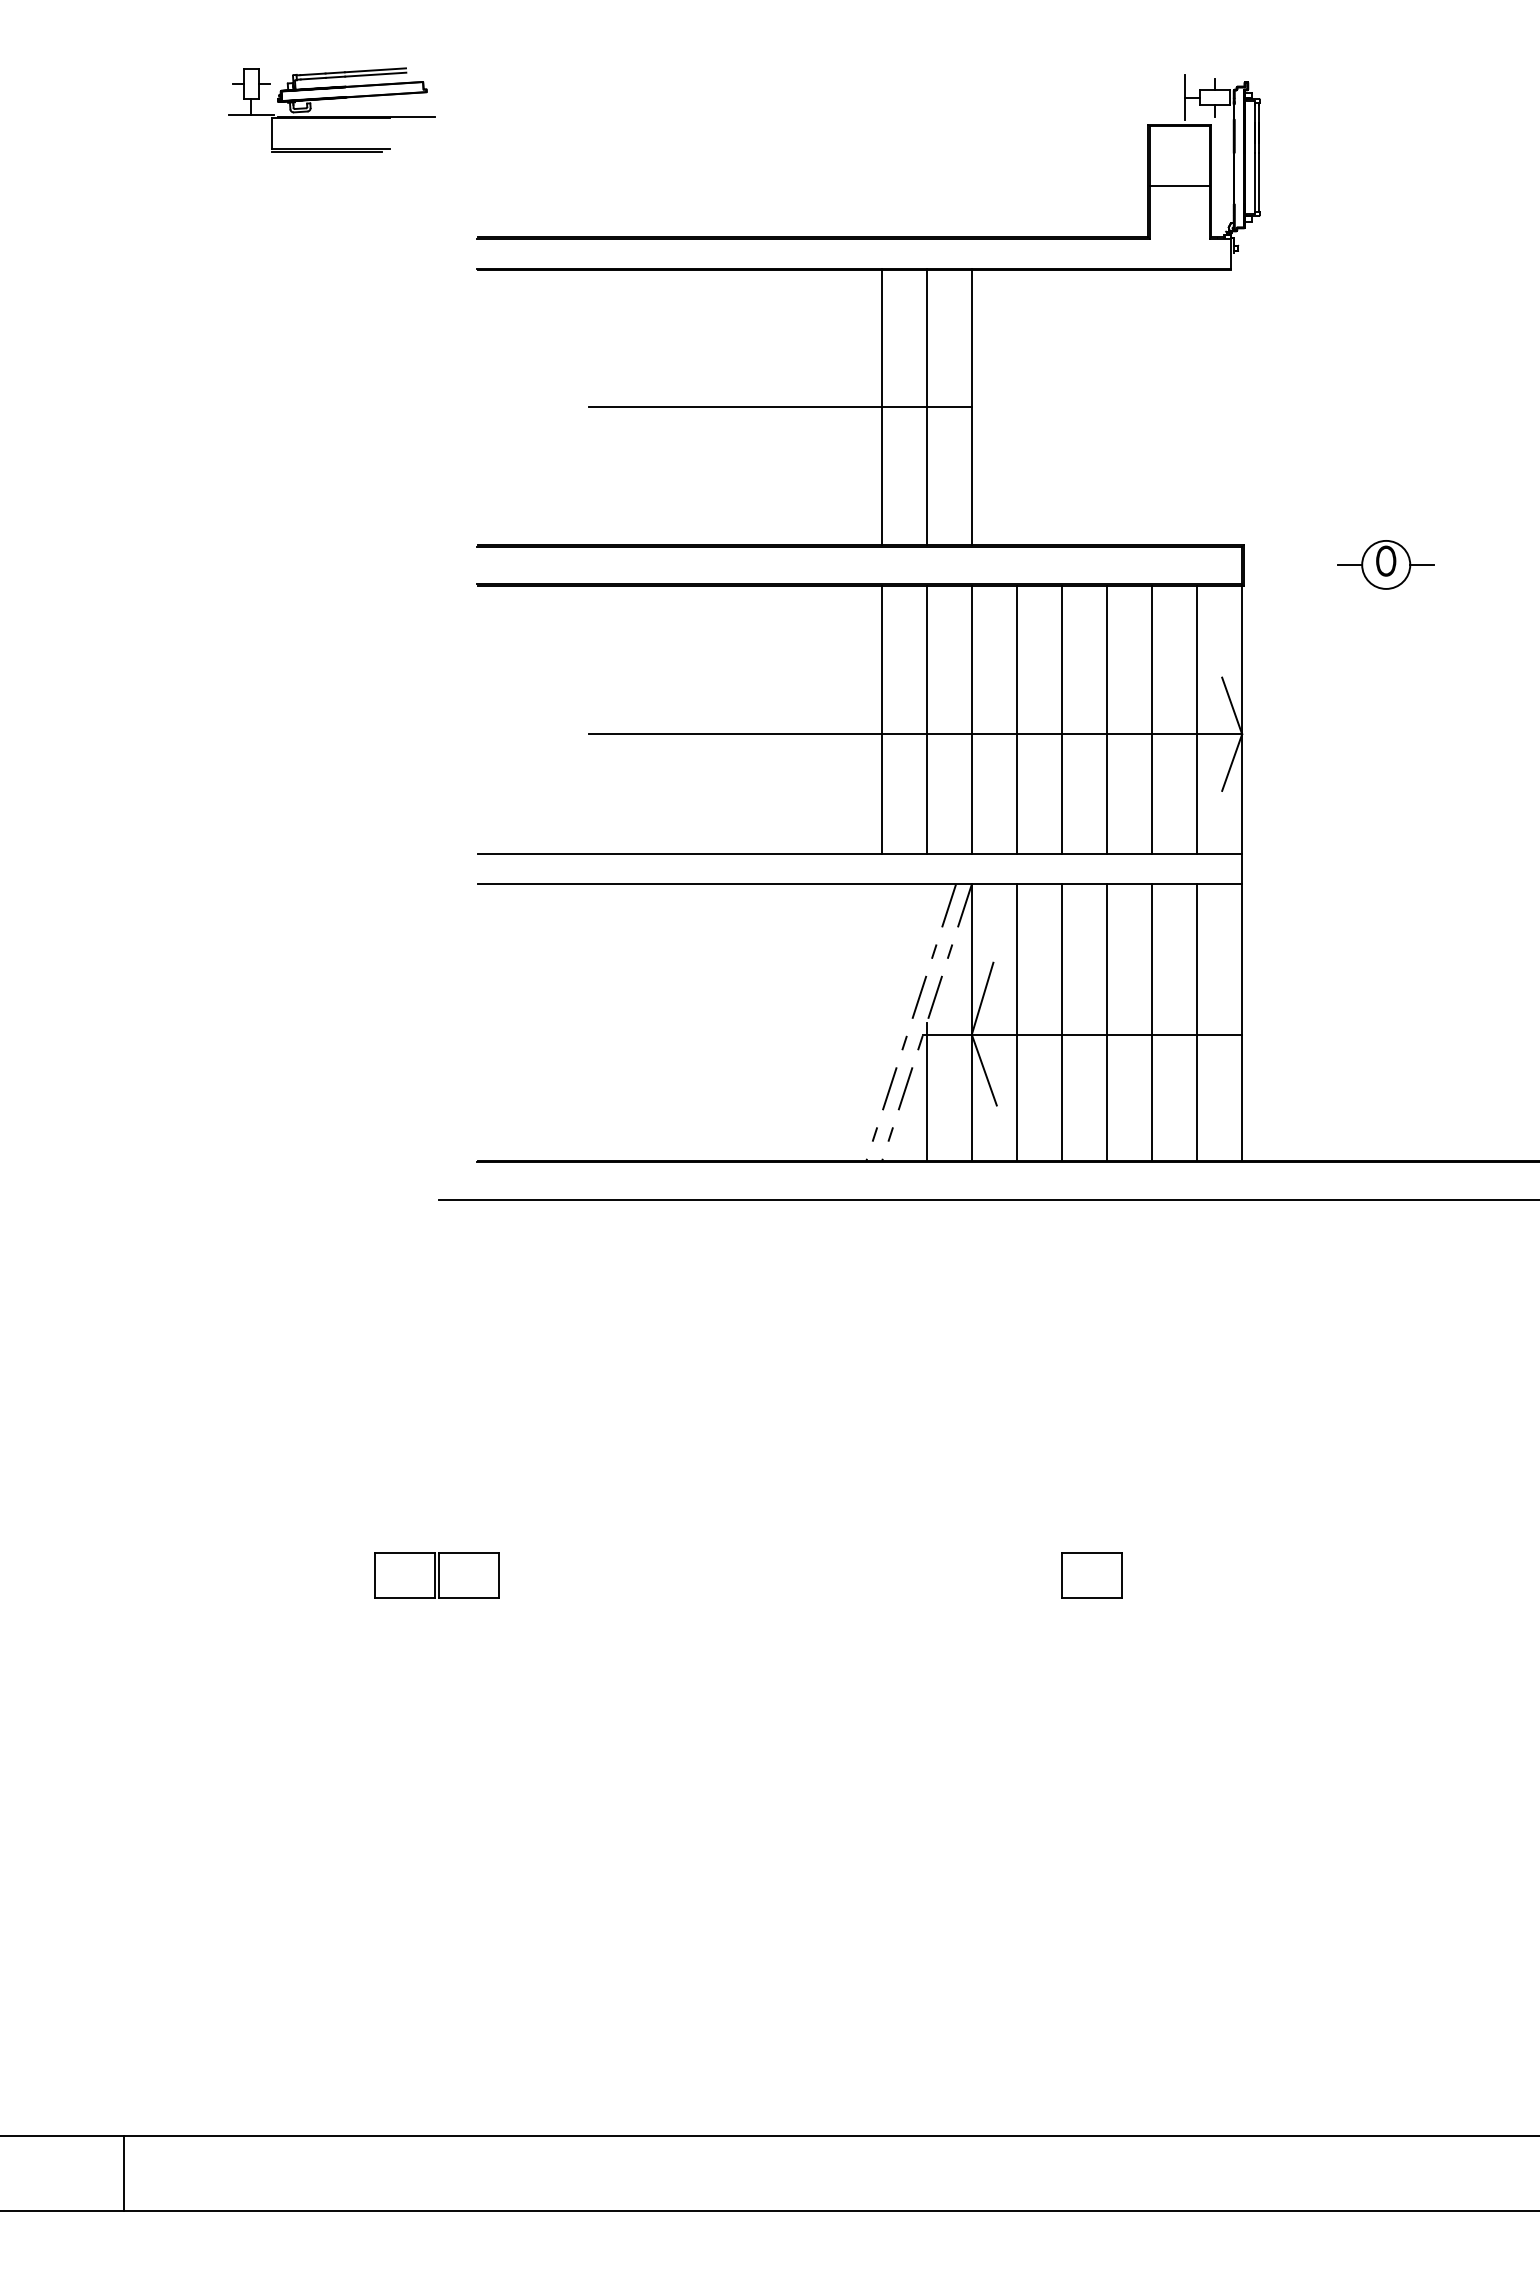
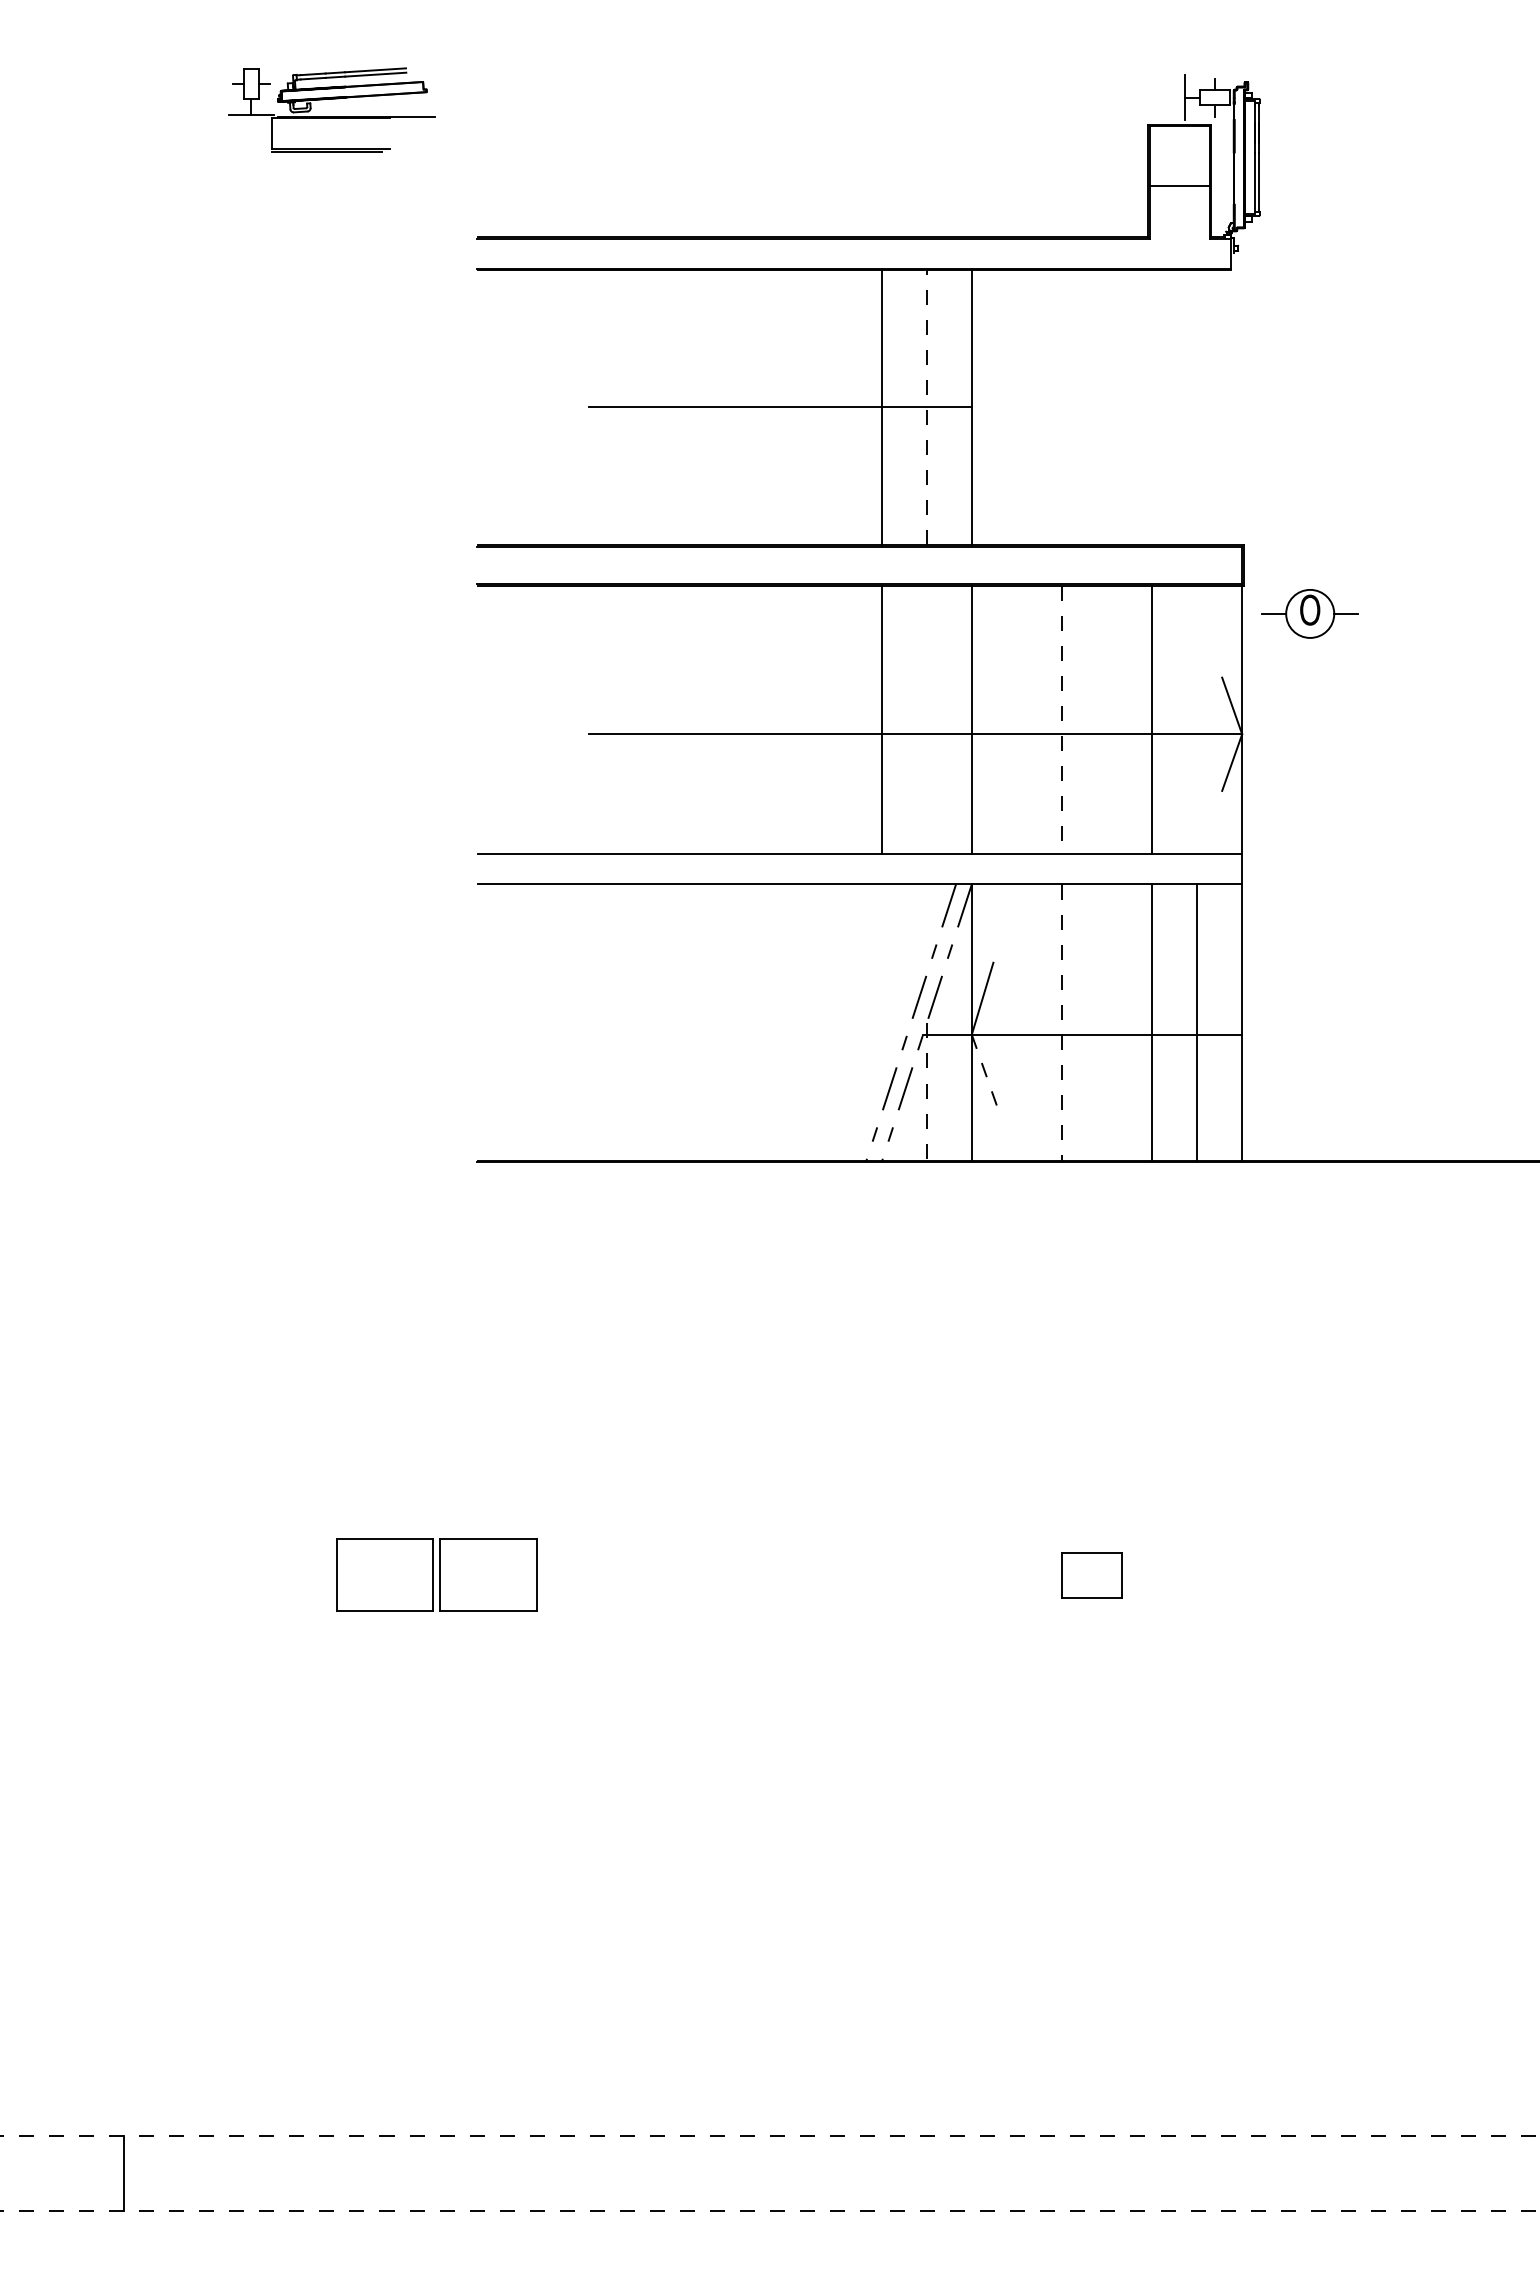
line at (926, 406): solid -> dashed
part at (1385, 564) position: (1385, 564) -> (1309, 613)
line at (926, 719): present -> none
line at (1016, 719): present -> none
line at (1107, 719): present -> none
line at (1197, 719): present -> none
line at (1061, 720): solid -> dashed
line at (1016, 1022): present -> none
line at (1107, 1022): present -> none
line at (1061, 1023): solid -> dashed
line at (984, 1070): solid -> dashed
line at (926, 1092): solid -> dashed
line at (987, 1199): present -> none
part at (436, 1575) size: 126x47 px -> 202x74 px
line at (769, 2135): solid -> dashed
line at (769, 2210): solid -> dashed
